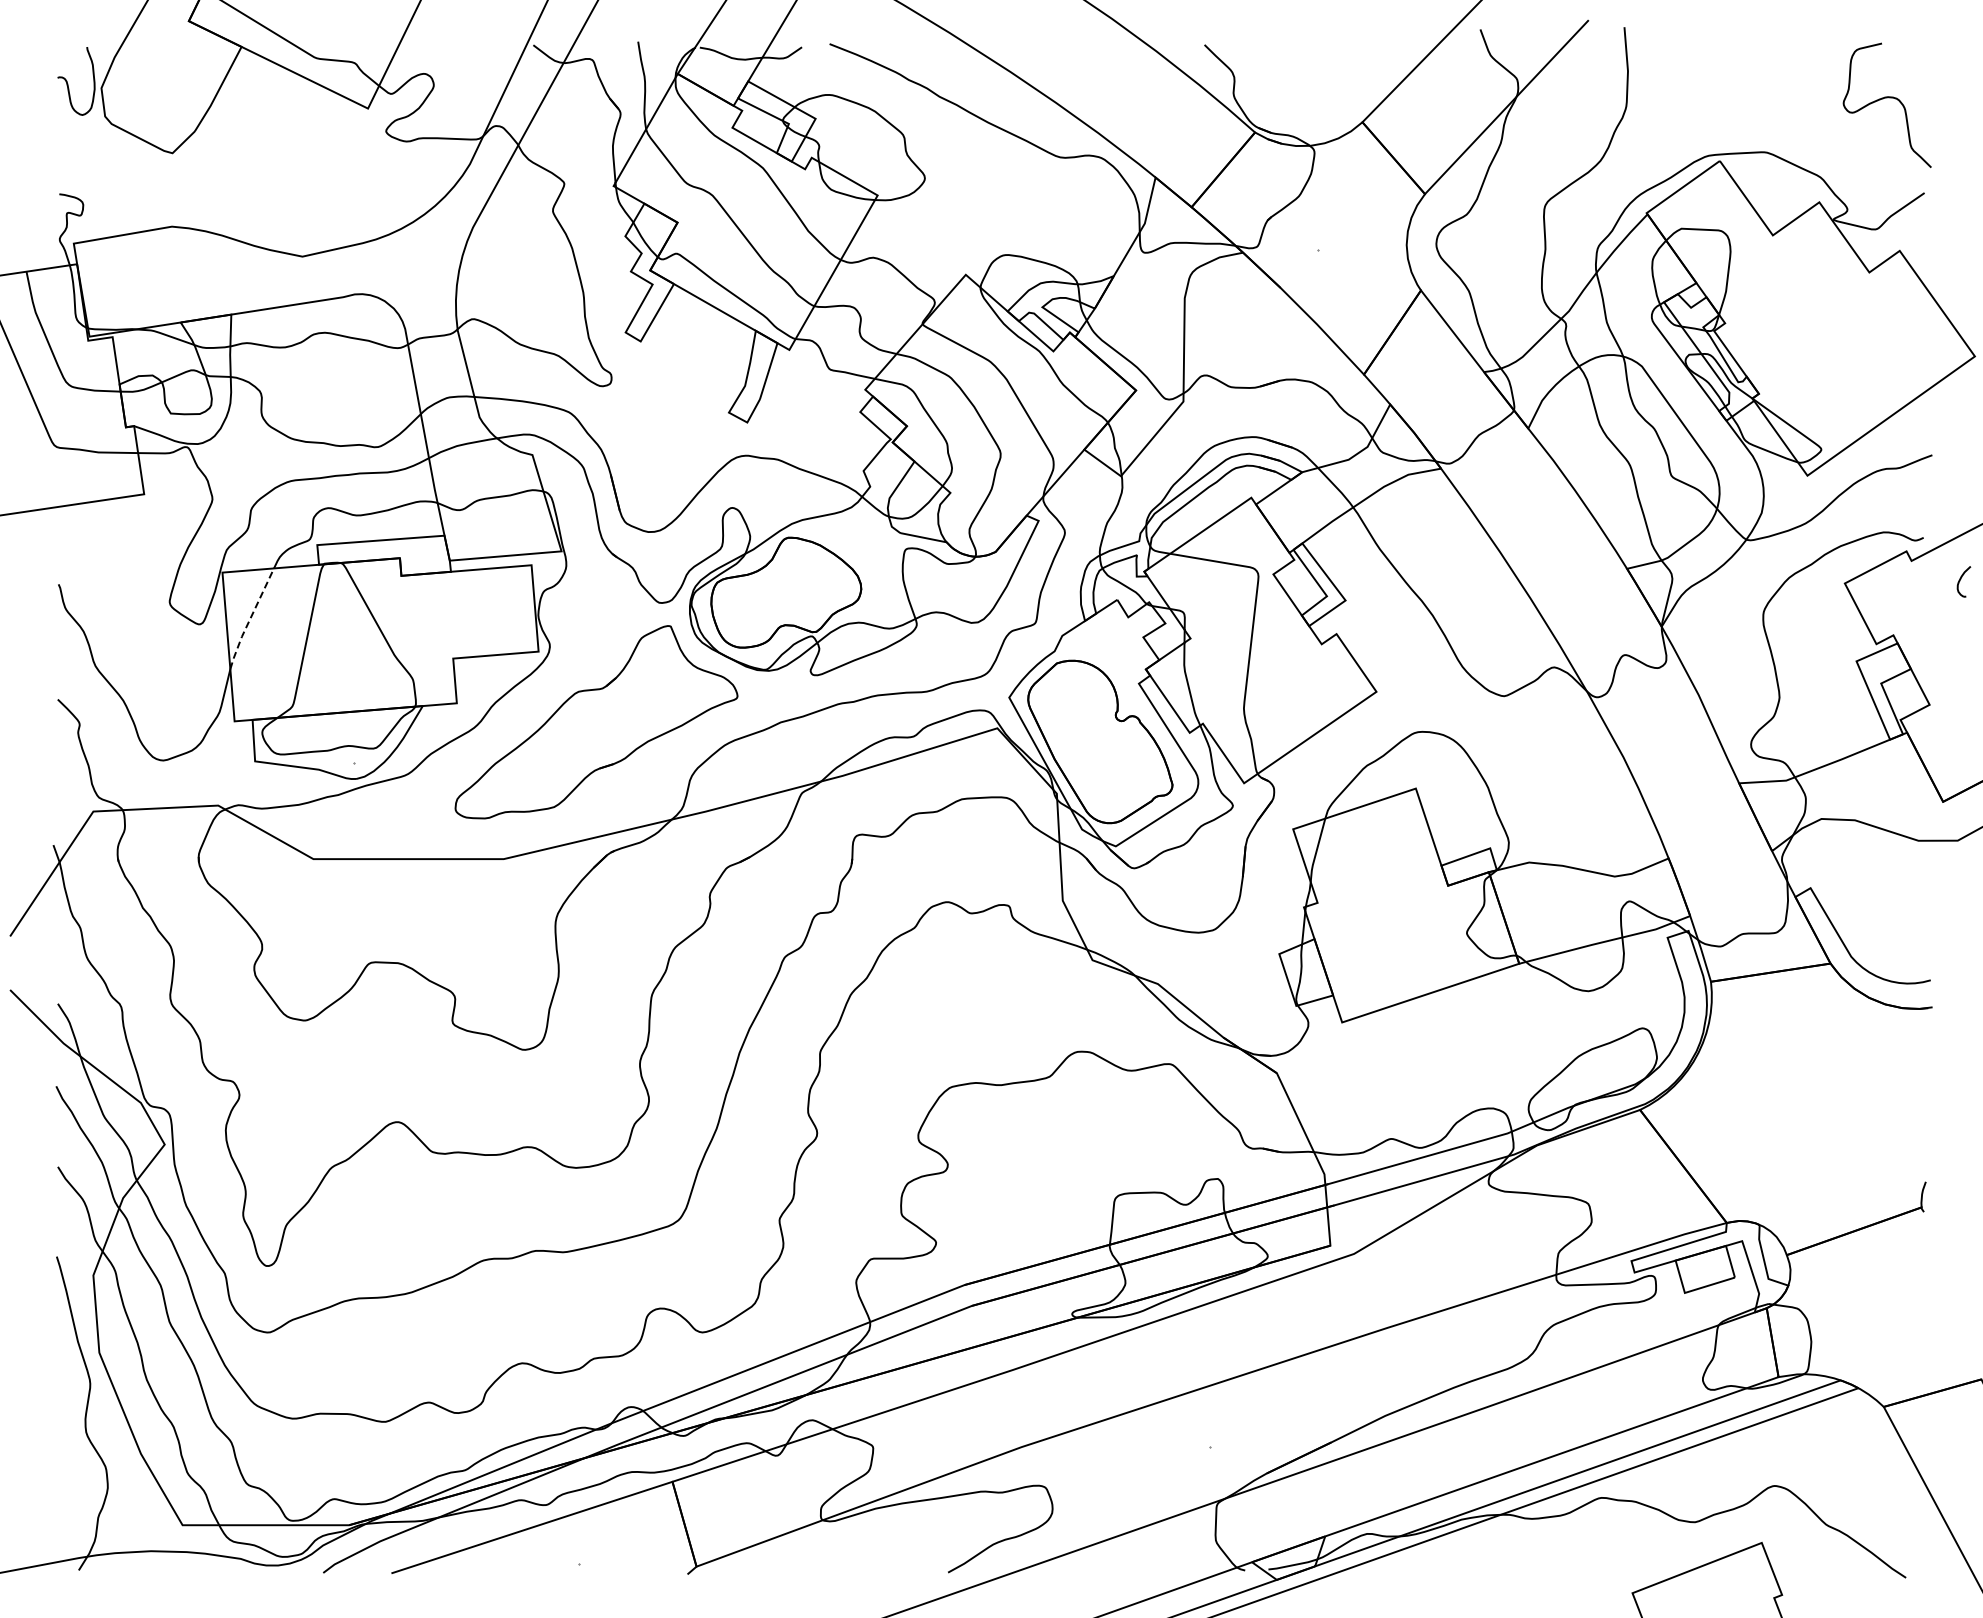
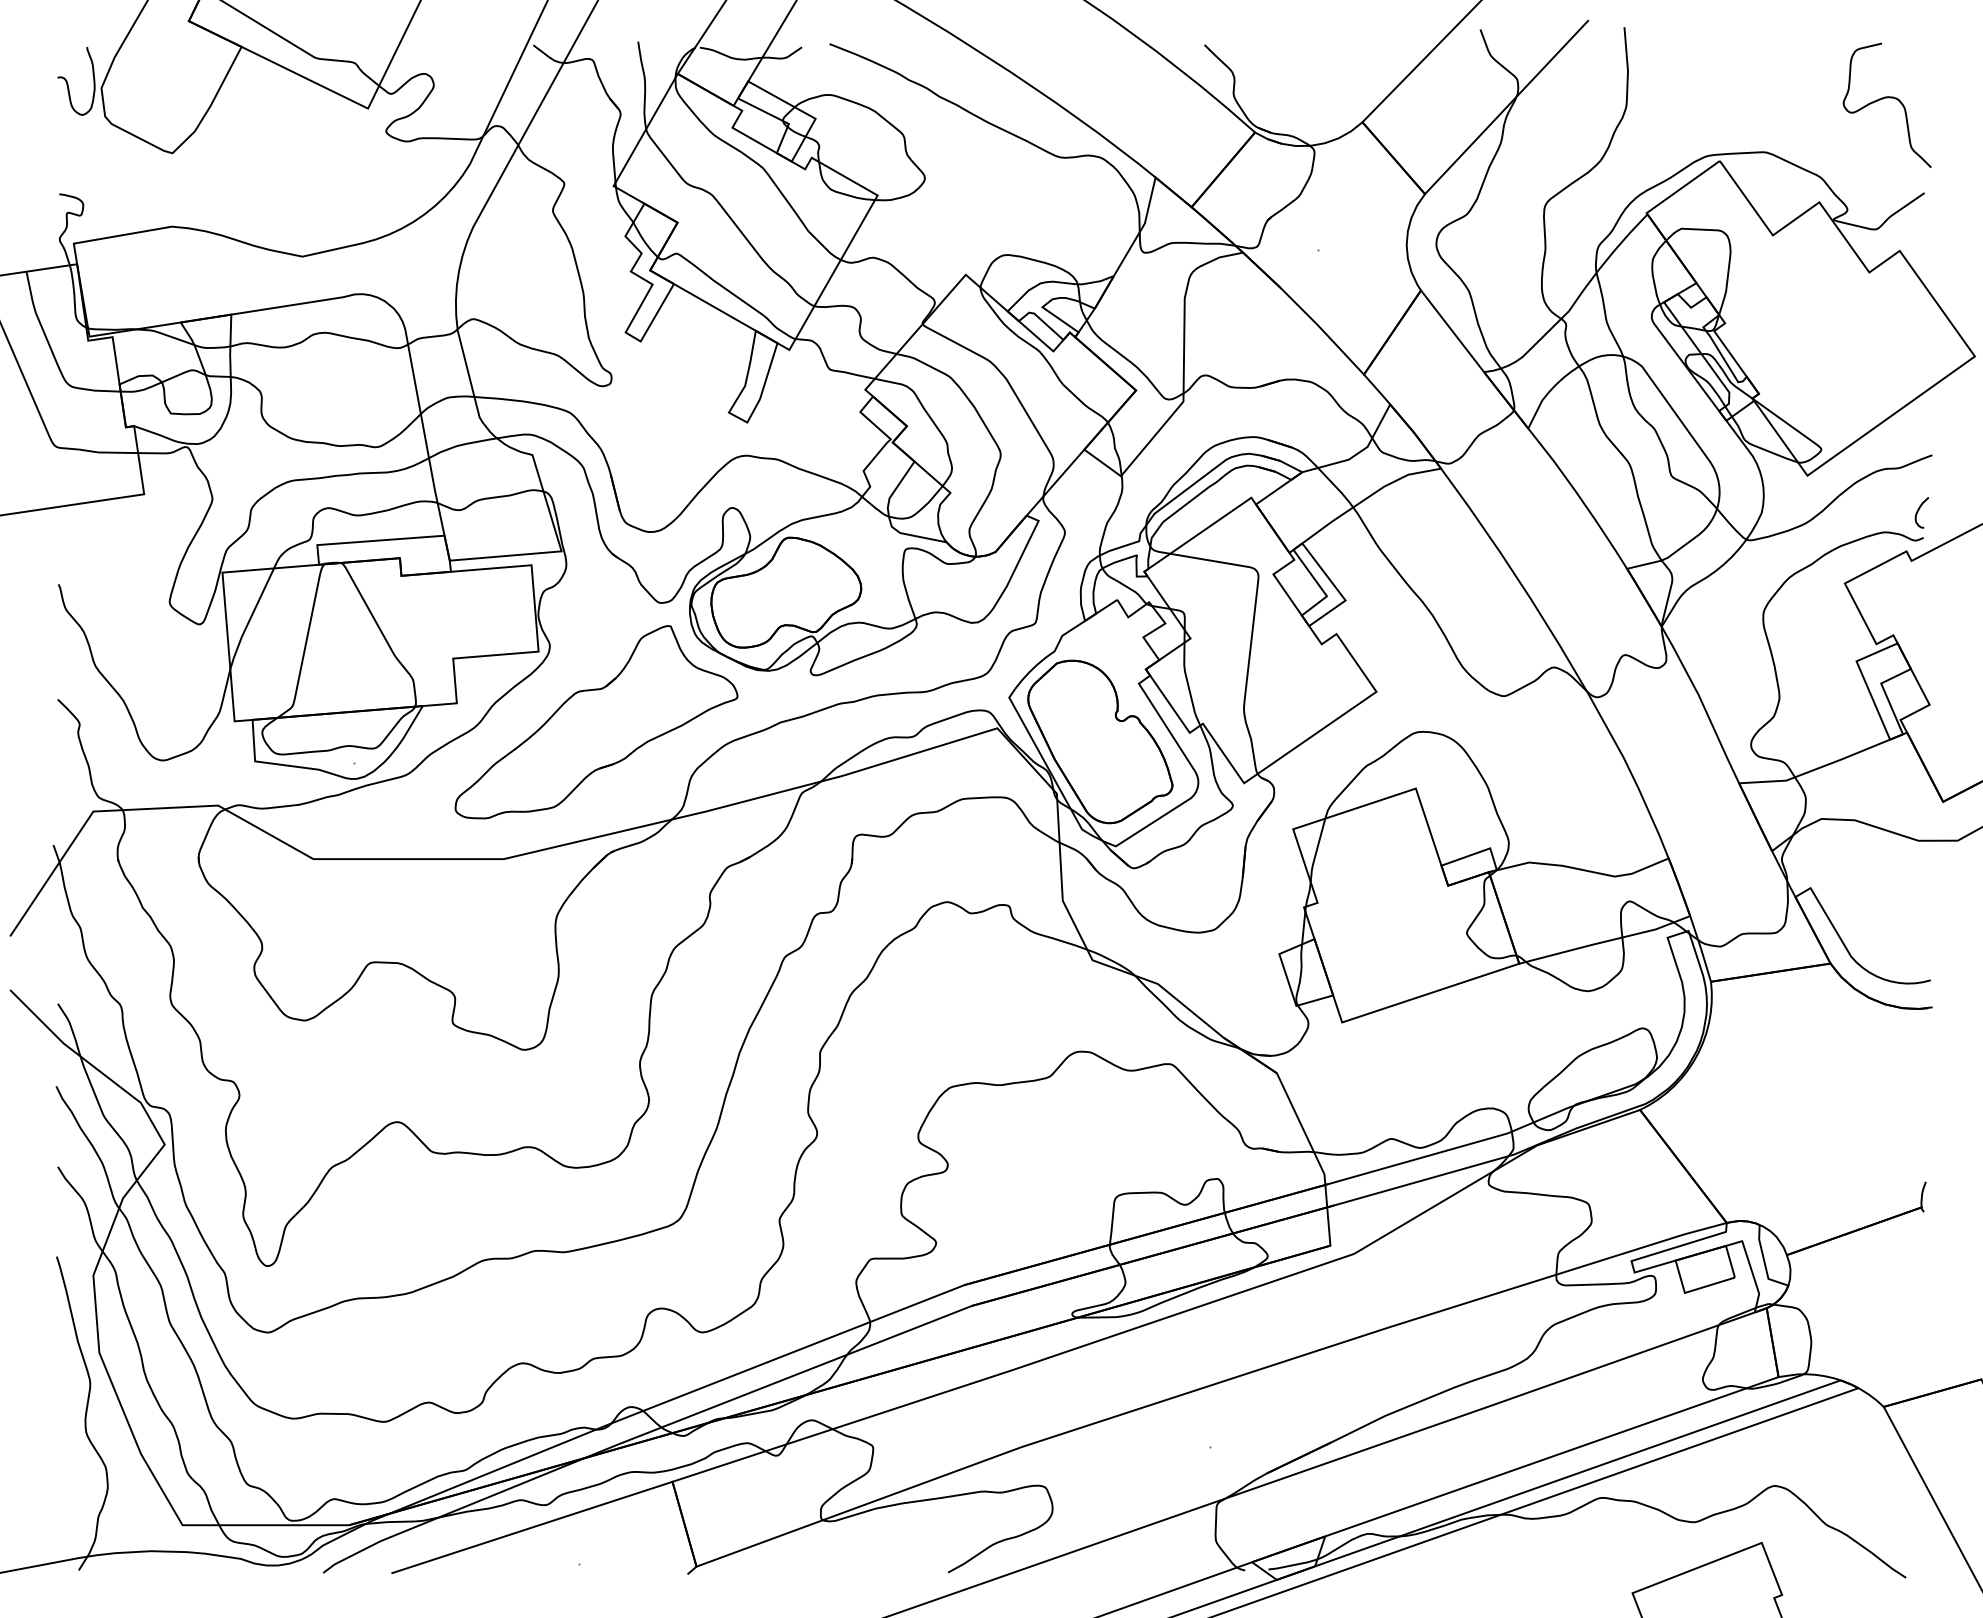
curve at (1961, 579) position: (1961, 579) -> (1919, 510)
line at (250, 618): dashed -> solid
